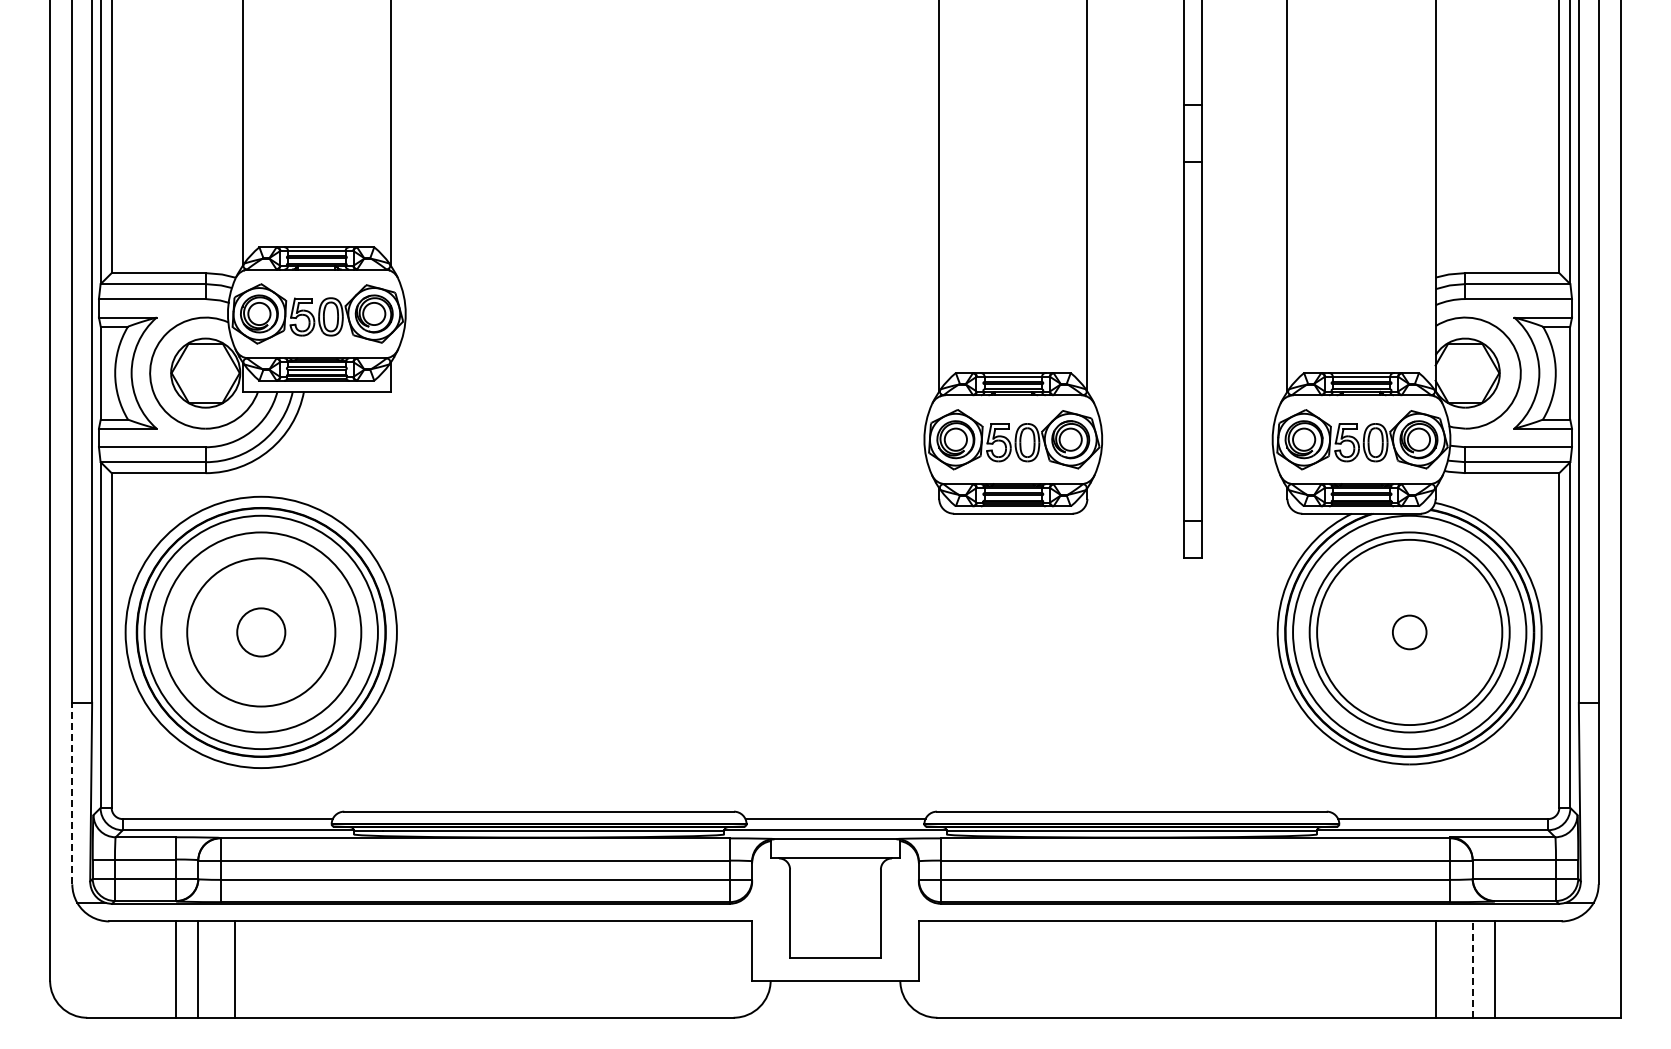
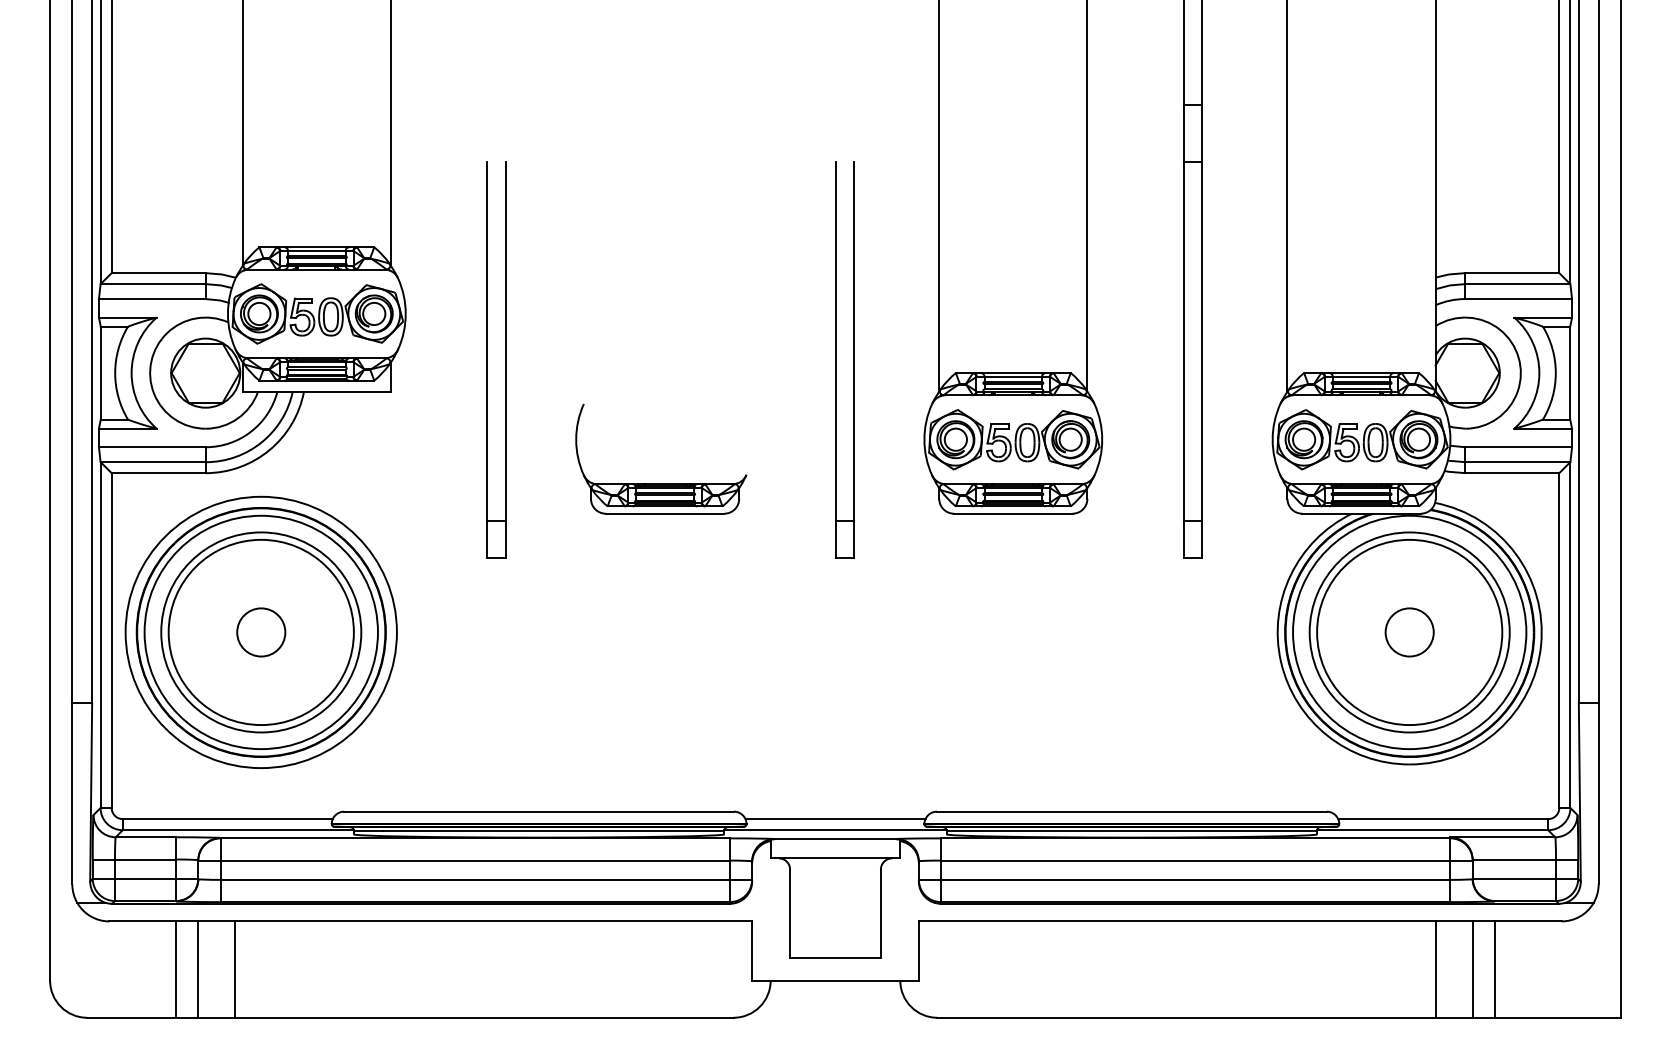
part at (487, 359): none -> present
part at (836, 359): none -> present
part at (661, 483): none -> present
circle at (261, 632) diameter: 148 px -> 185 px
circle at (1409, 632) diameter: 34 px -> 48 px
line at (72, 793): dashed -> solid
line at (1472, 969): dashed -> solid
